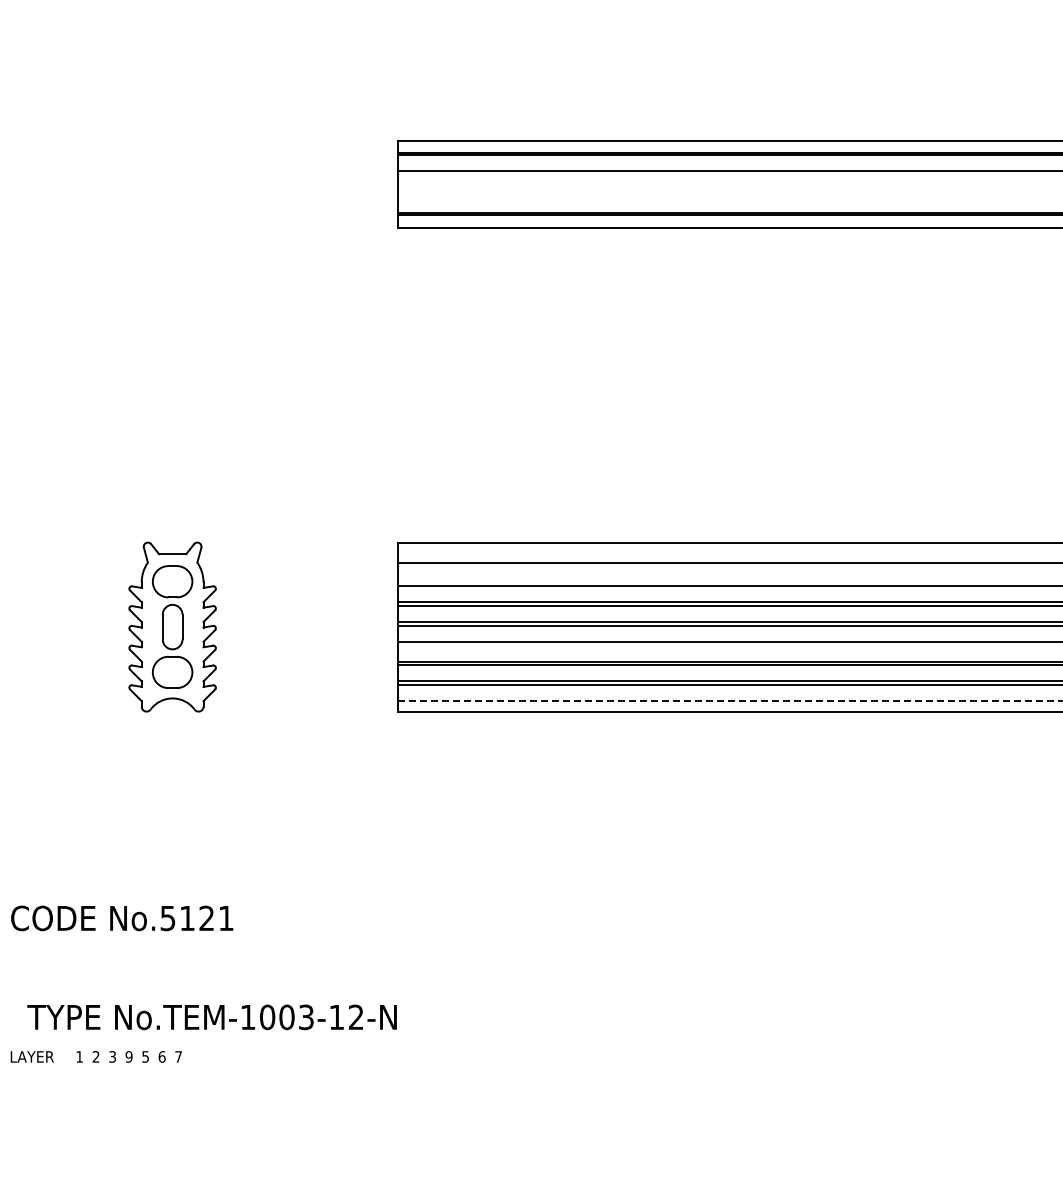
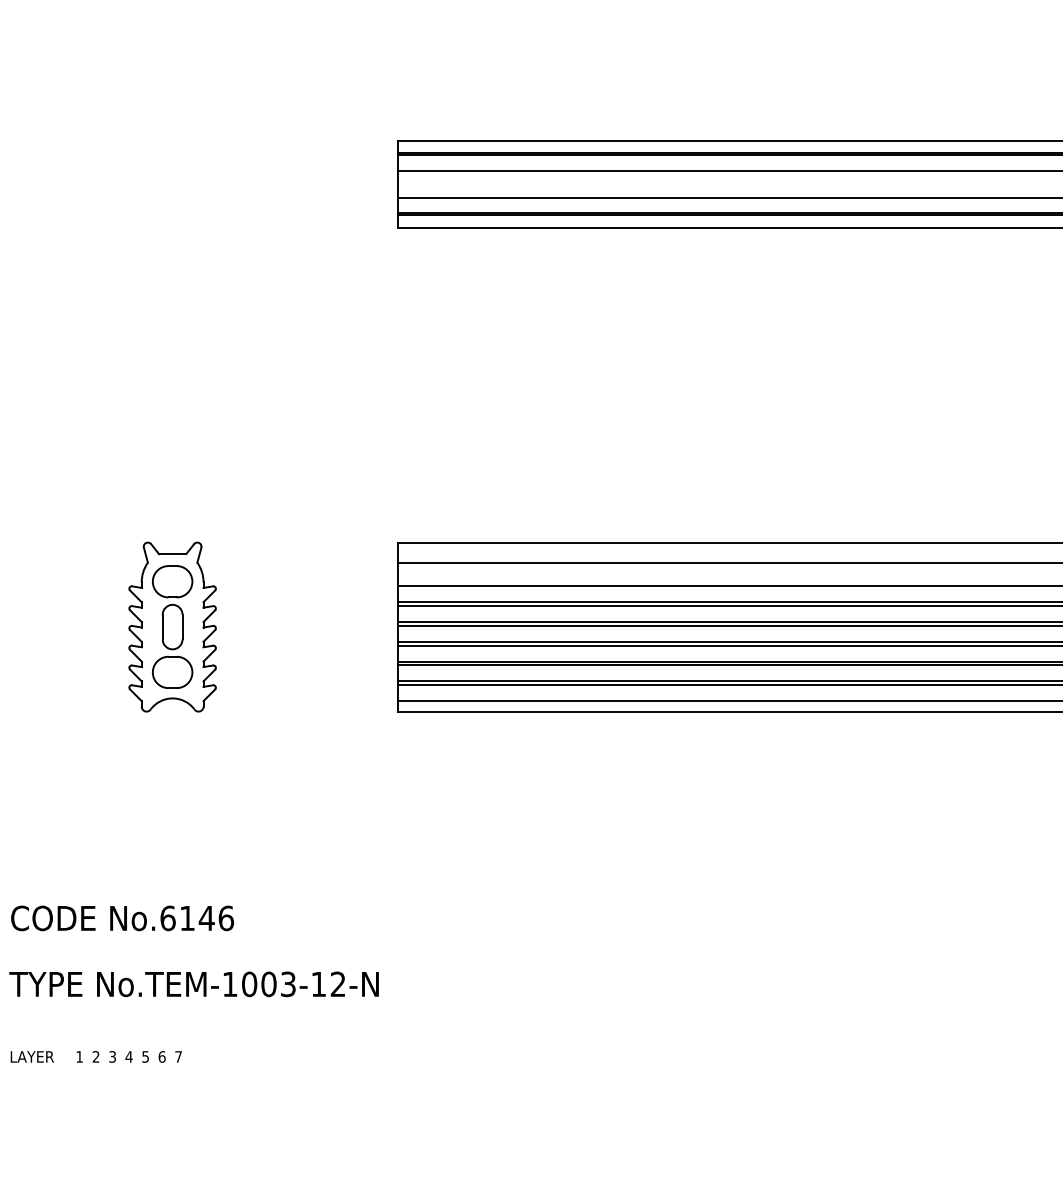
line at (728, 197): none -> present
line at (728, 645): none -> present
line at (730, 701): dashed -> solid
text at (197, 918): No.5121 -> No.6146
text at (211, 1017) position: (211, 1017) -> (193, 984)
text at (128, 1056): 9 -> 4
